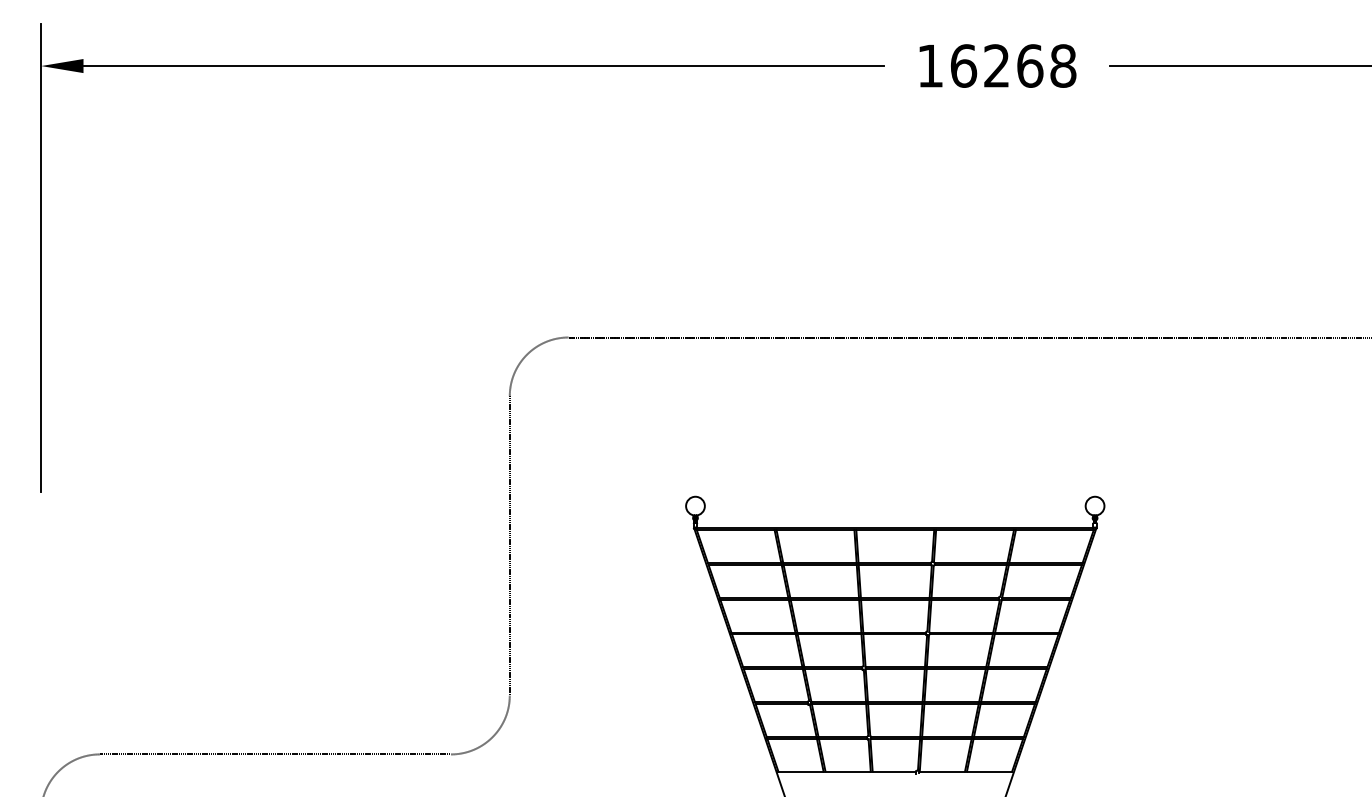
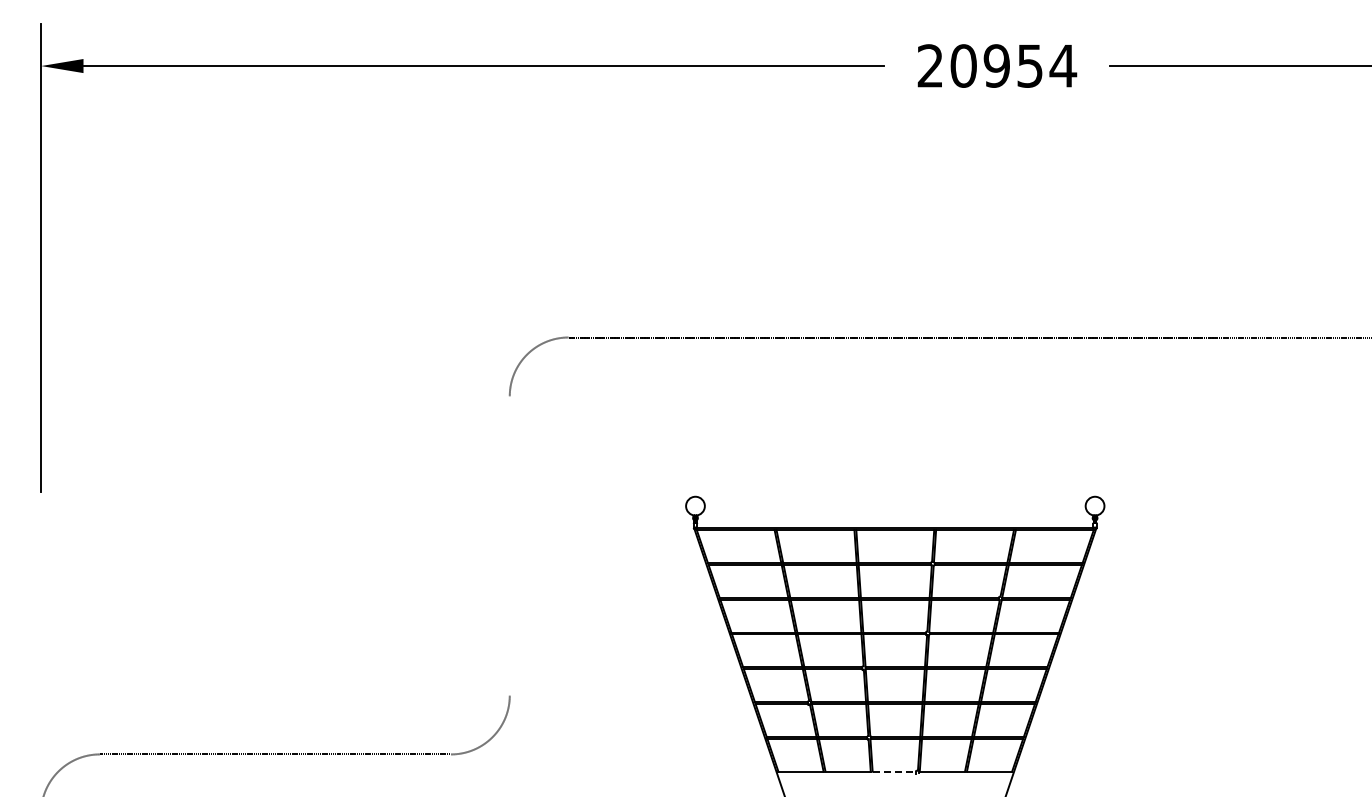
text at (997, 65): 16268 -> 20954
line at (509, 545): present -> none
line at (894, 771): solid -> dashed
